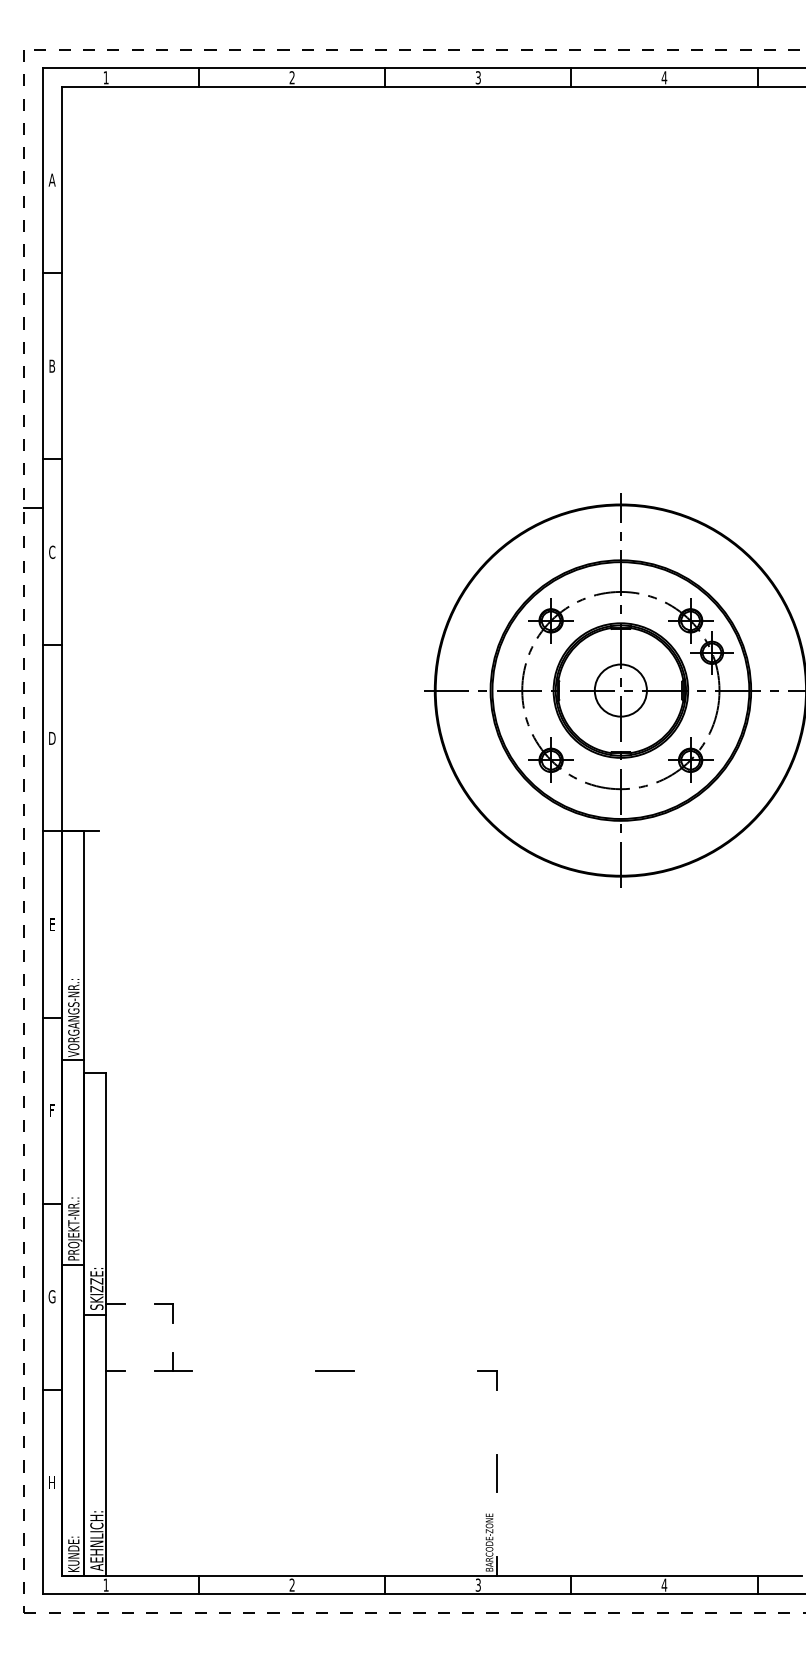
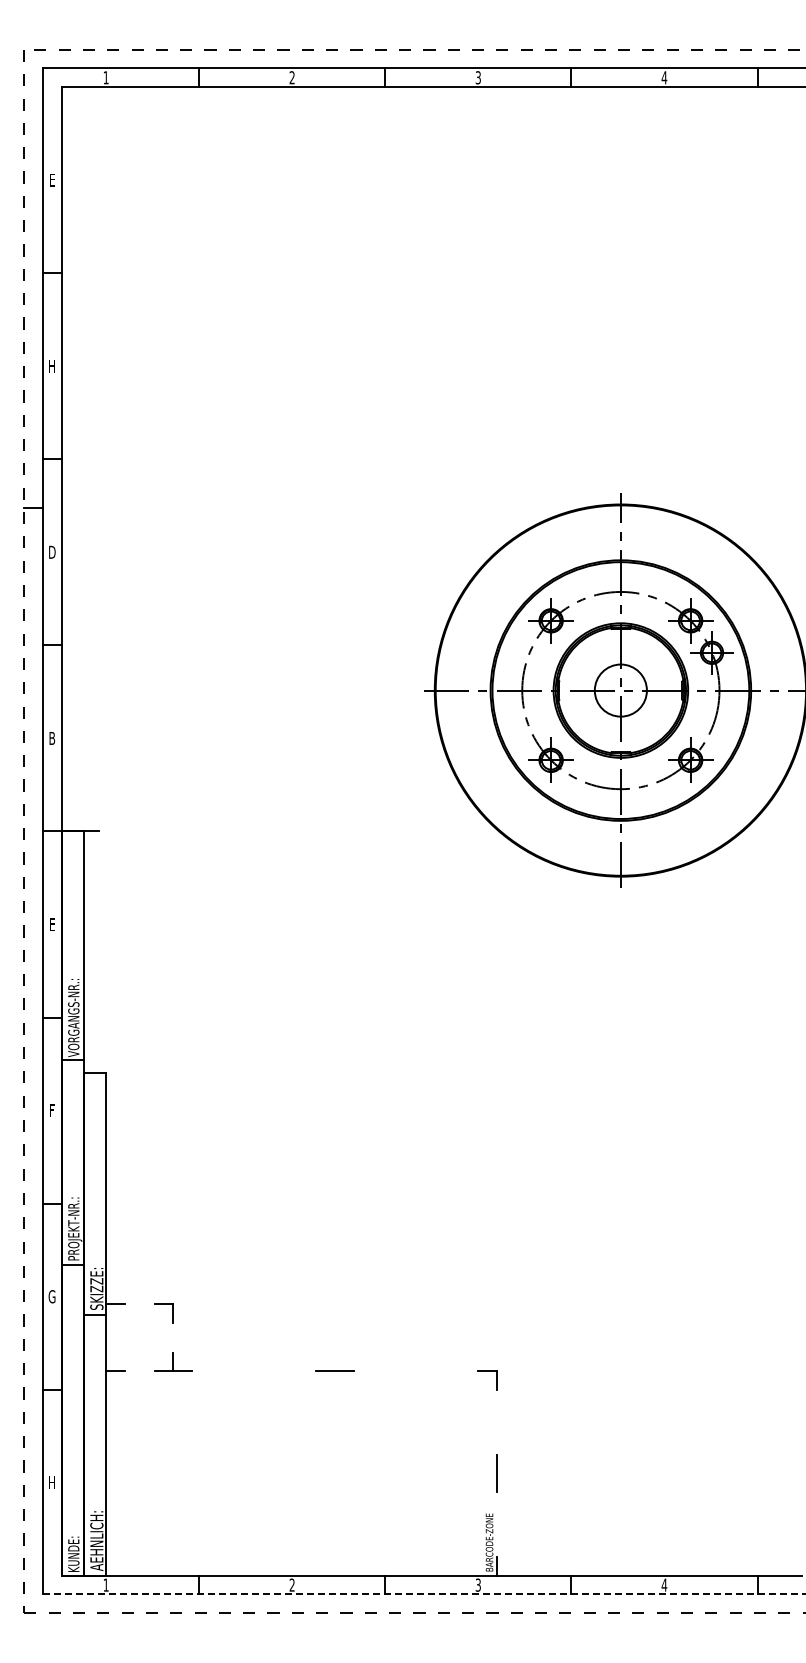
text at (51, 179): A -> E
text at (52, 365): B -> H
text at (52, 551): C -> D
text at (52, 738): D -> B
line at (424, 1594): solid -> dashed
